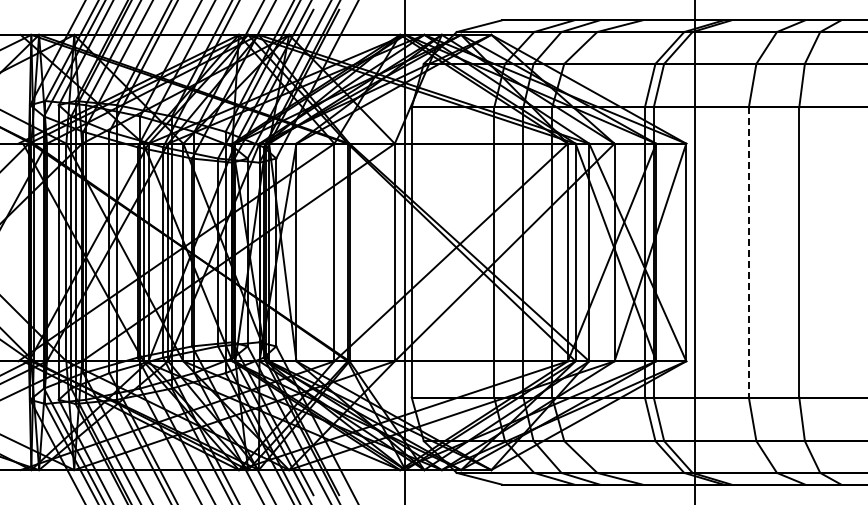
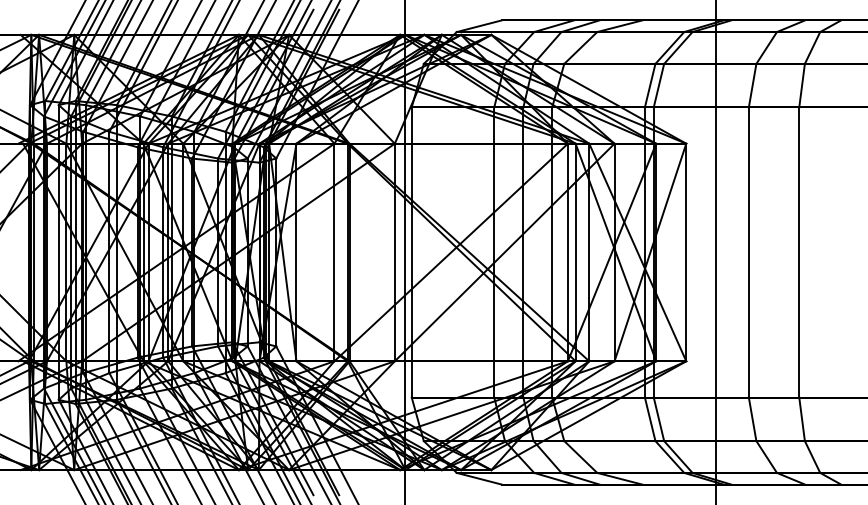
line at (695, 251) position: (695, 251) -> (716, 251)
line at (748, 252): dashed -> solid
